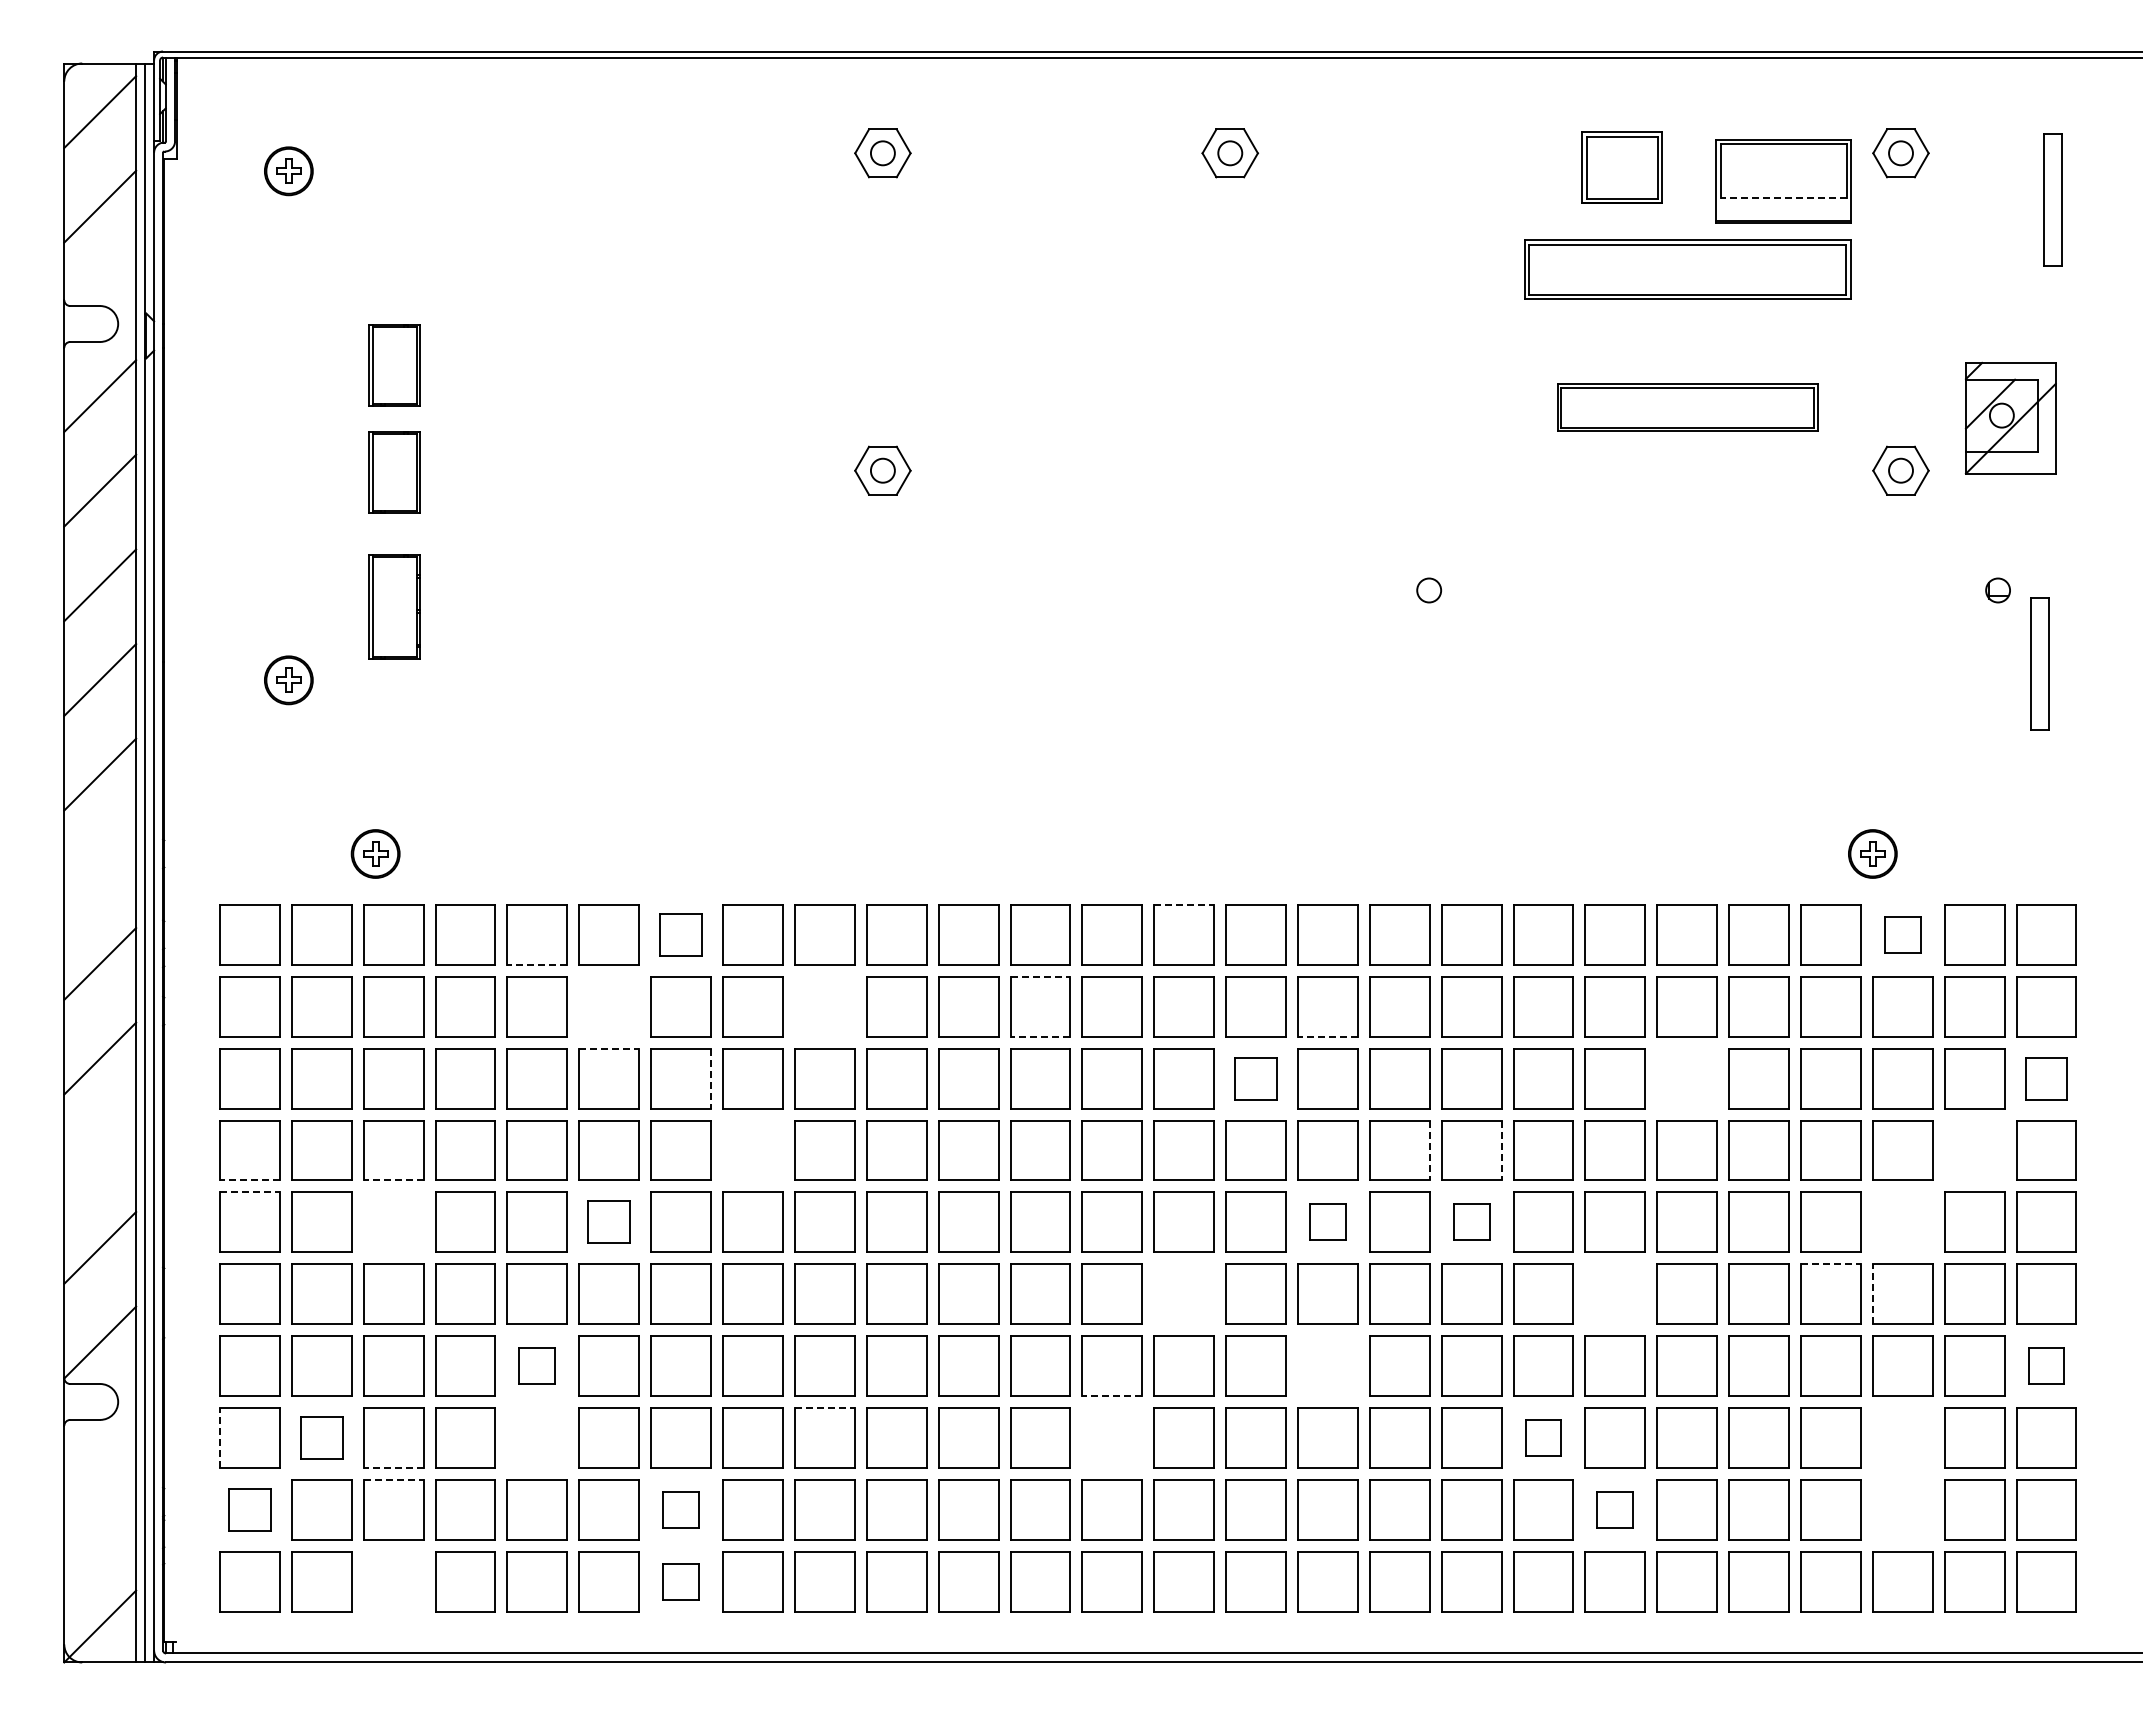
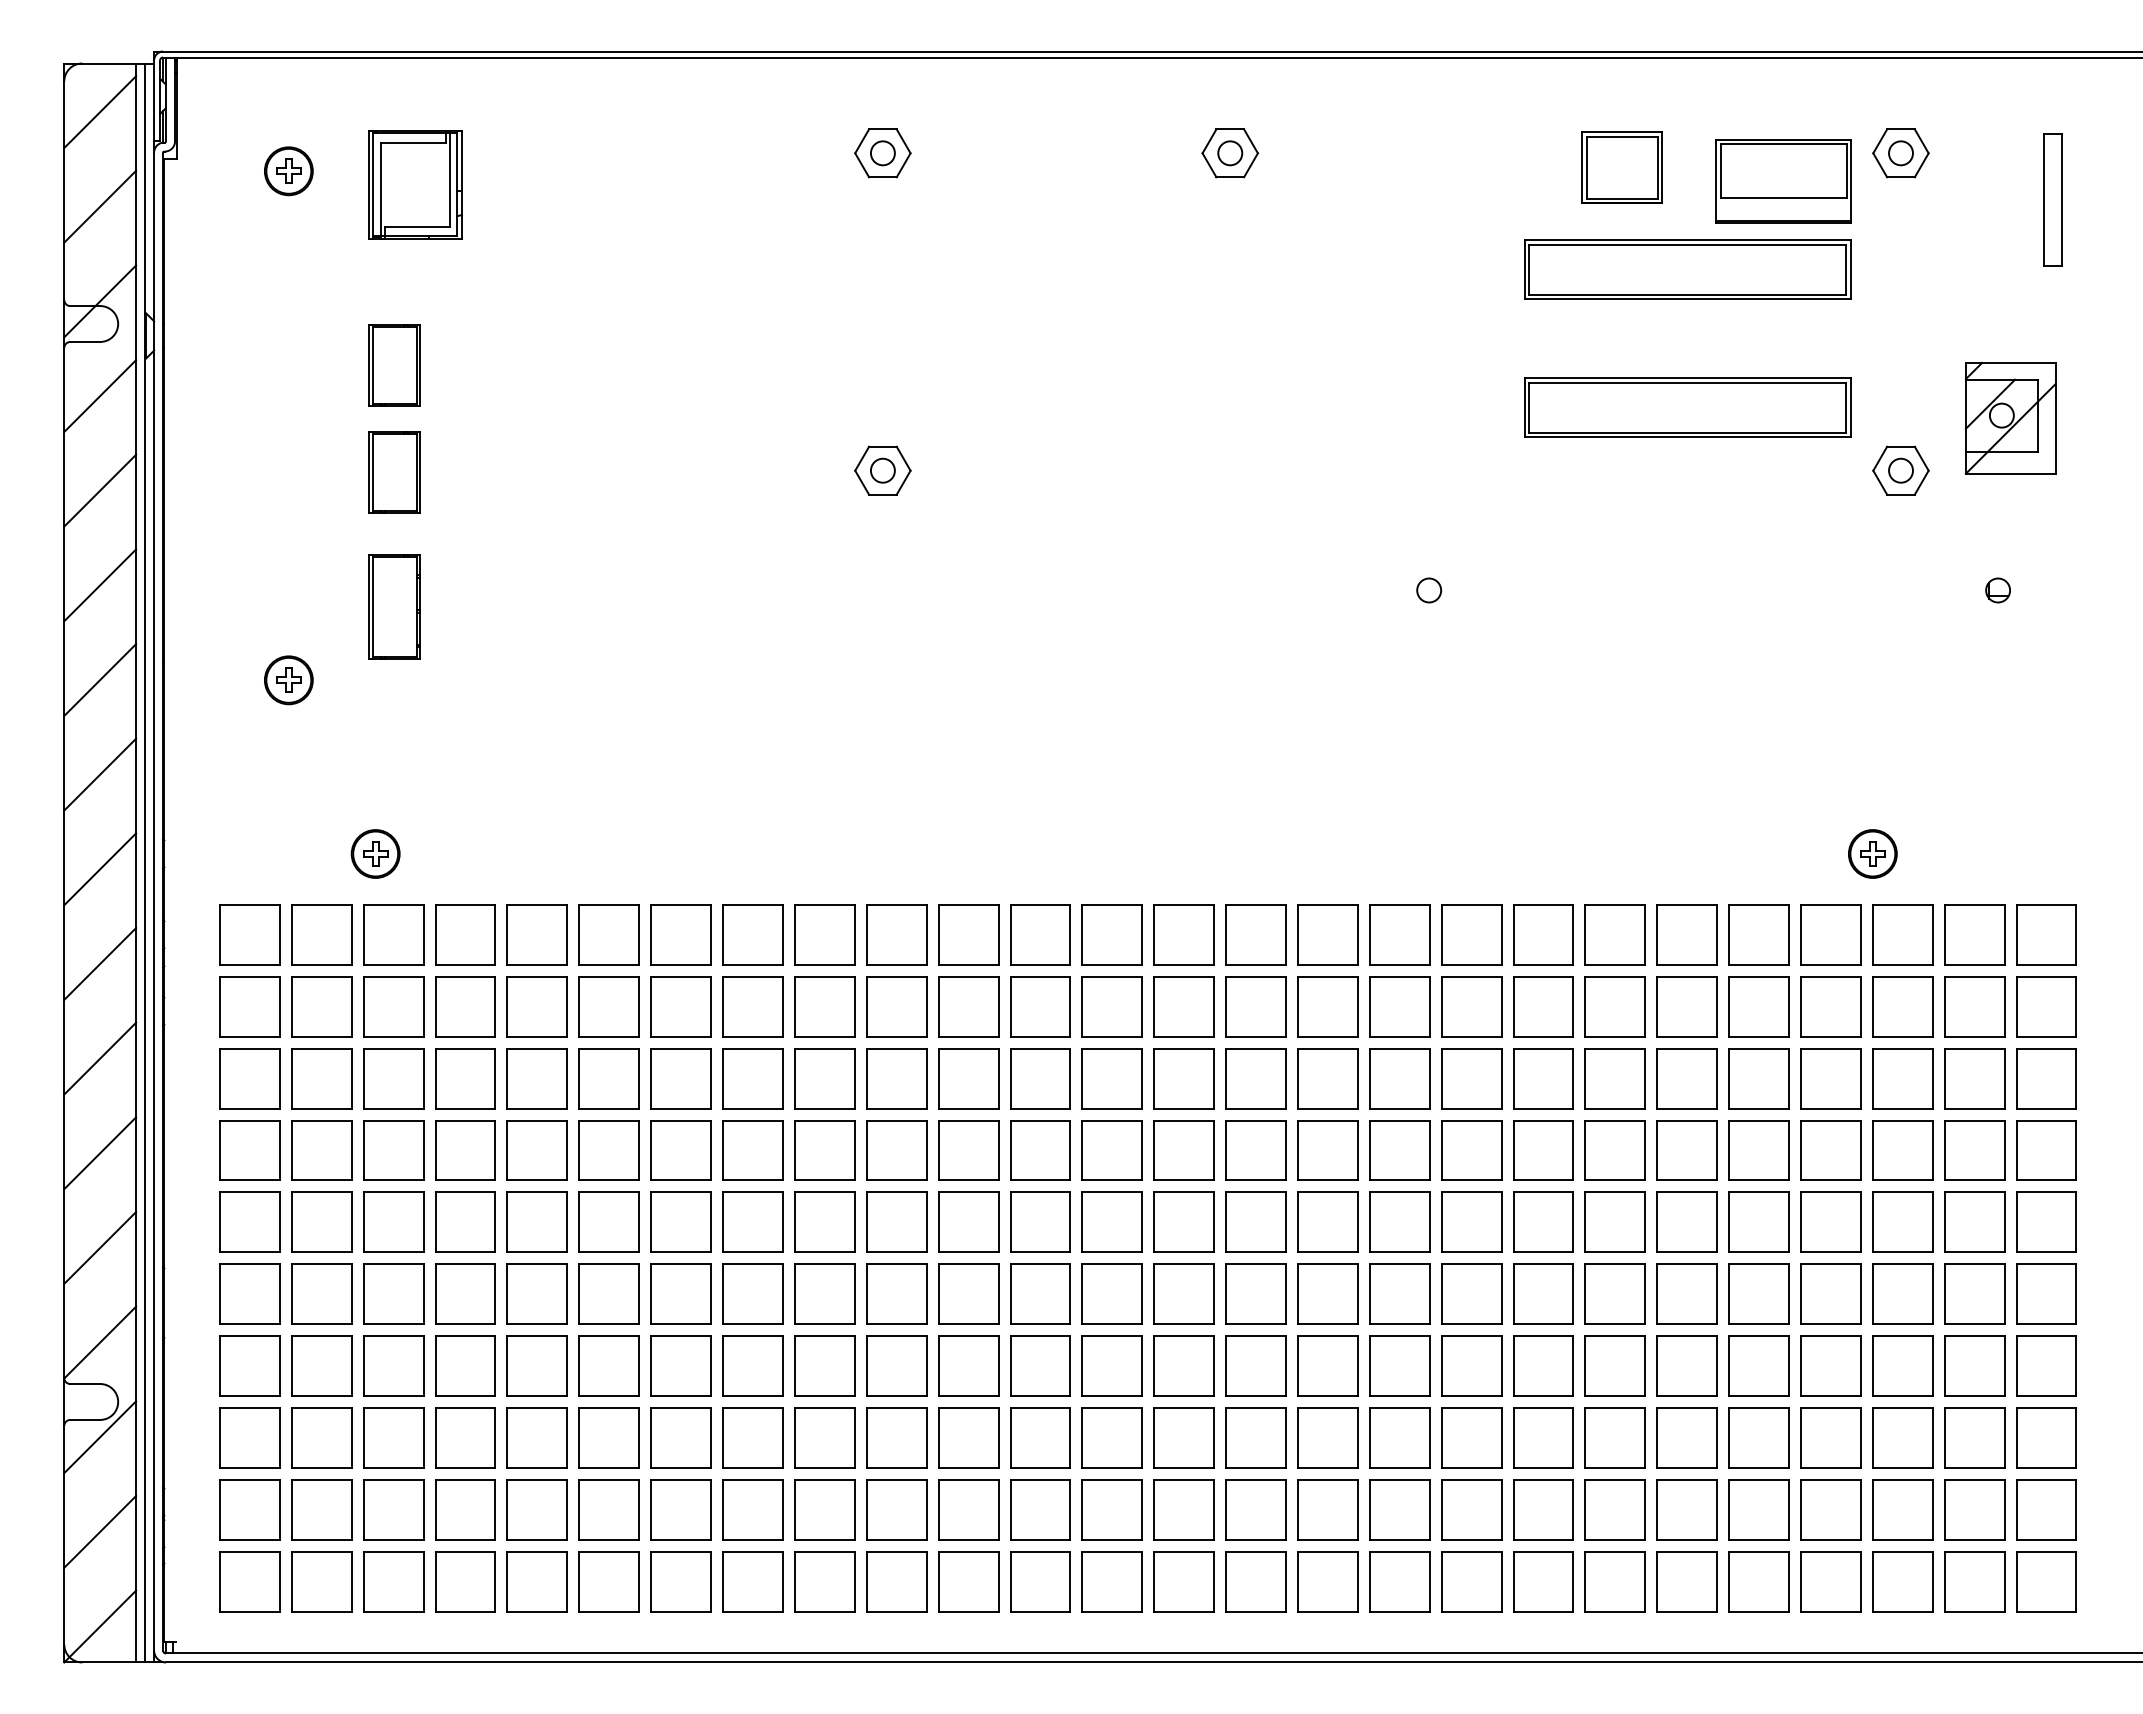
part at (415, 184): none -> present
line at (1783, 198): dashed -> solid
line at (100, 301): none -> present
part at (1687, 407) size: 262x49 px -> 328x61 px
part at (2039, 663): present -> none
line at (100, 869): none -> present
line at (1184, 904): dashed -> solid
part at (680, 934) size: 44x44 px -> 62x62 px
part at (1902, 934) size: 38x38 px -> 62x62 px
line at (537, 964): dashed -> solid
line at (1040, 976): dashed -> solid
part at (608, 1006): none -> present
part at (824, 1006): none -> present
line at (1040, 1036): dashed -> solid
line at (1327, 1036): dashed -> solid
line at (609, 1048): dashed -> solid
line at (711, 1078): dashed -> solid
part at (1255, 1078) size: 44x44 px -> 62x62 px
part at (1686, 1078): none -> present
part at (2046, 1078) size: 43x44 px -> 61x62 px
part at (752, 1150): none -> present
line at (1429, 1150): dashed -> solid
line at (1501, 1150): dashed -> solid
part at (1974, 1150): none -> present
line at (100, 1153): none -> present
line at (249, 1180): dashed -> solid
line at (393, 1180): dashed -> solid
line at (249, 1192): dashed -> solid
part at (393, 1221): none -> present
part at (608, 1221) size: 44x44 px -> 62x62 px
part at (1327, 1221) size: 38x38 px -> 62x62 px
part at (1471, 1221) size: 38x38 px -> 62x62 px
part at (1902, 1221): none -> present
line at (1830, 1264): dashed -> solid
part at (1183, 1293): none -> present
part at (1614, 1293): none -> present
line at (1872, 1294): dashed -> solid
part at (536, 1365) size: 38x38 px -> 62x62 px
part at (1327, 1365): none -> present
part at (2046, 1365) size: 37x38 px -> 61x62 px
line at (1112, 1395): dashed -> solid
line at (824, 1407): dashed -> solid
line at (100, 1437): none -> present
line at (219, 1437): dashed -> solid
part at (321, 1437) size: 44x44 px -> 62x62 px
part at (536, 1437): none -> present
part at (1111, 1437): none -> present
part at (1543, 1437) size: 37x38 px -> 61x62 px
part at (1902, 1437): none -> present
line at (393, 1467): dashed -> solid
line at (393, 1479): dashed -> solid
part at (249, 1509) size: 44x44 px -> 62x62 px
part at (680, 1509) size: 38x38 px -> 62x62 px
part at (1614, 1509) size: 38x38 px -> 62x62 px
part at (1902, 1509): none -> present
line at (100, 1531): none -> present
part at (393, 1581): none -> present
part at (680, 1581) size: 38x38 px -> 62x62 px
